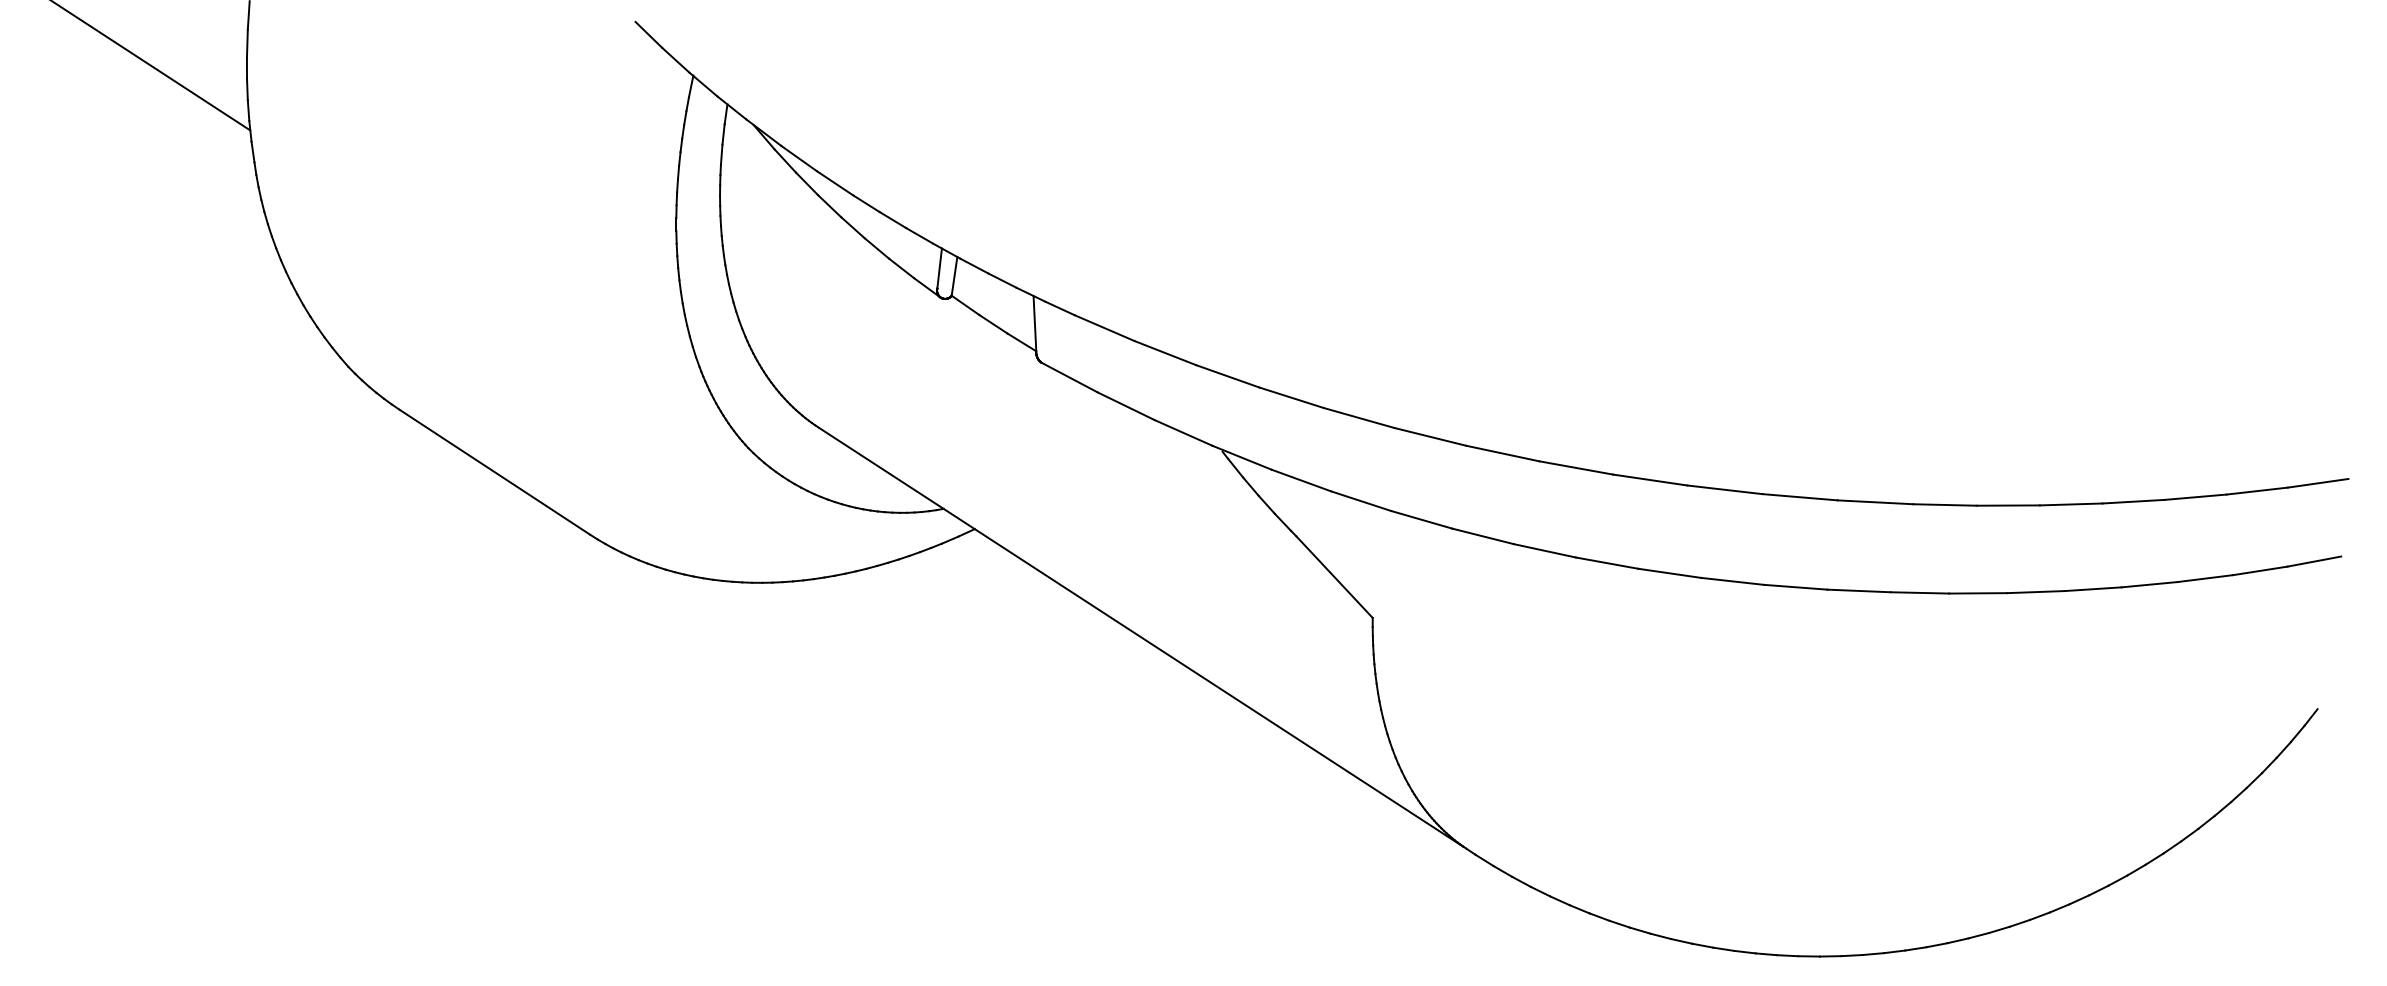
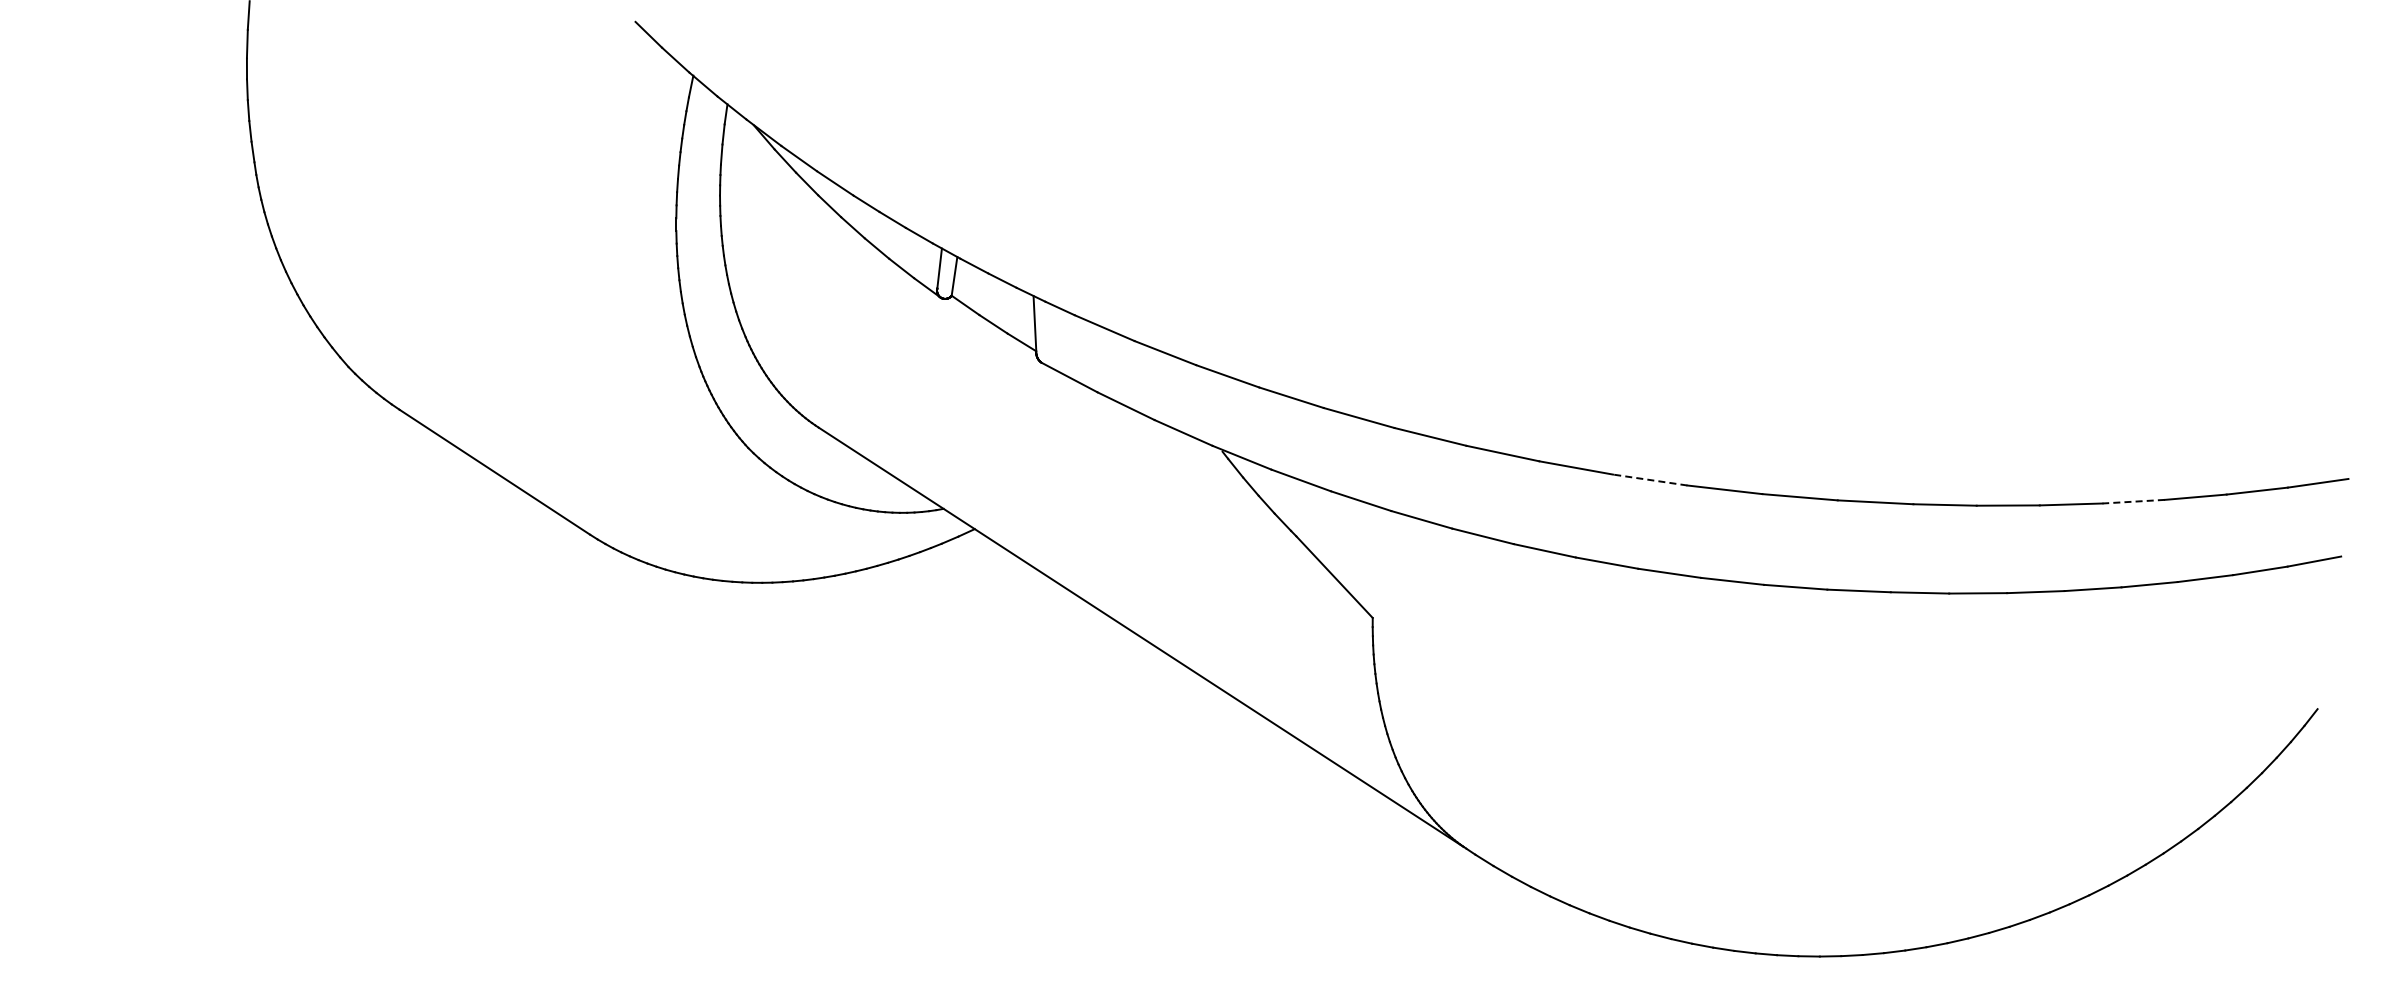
line at (151, 66): present -> none
line at (1650, 480): solid -> dashed
line at (2133, 501): solid -> dashed
